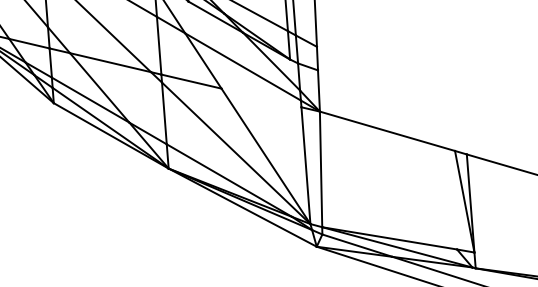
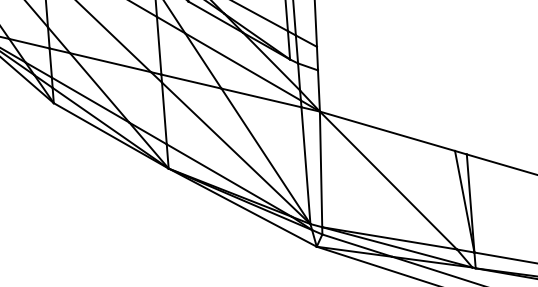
line at (261, 97): none -> present
line at (388, 180): none -> present
line at (504, 257): none -> present
